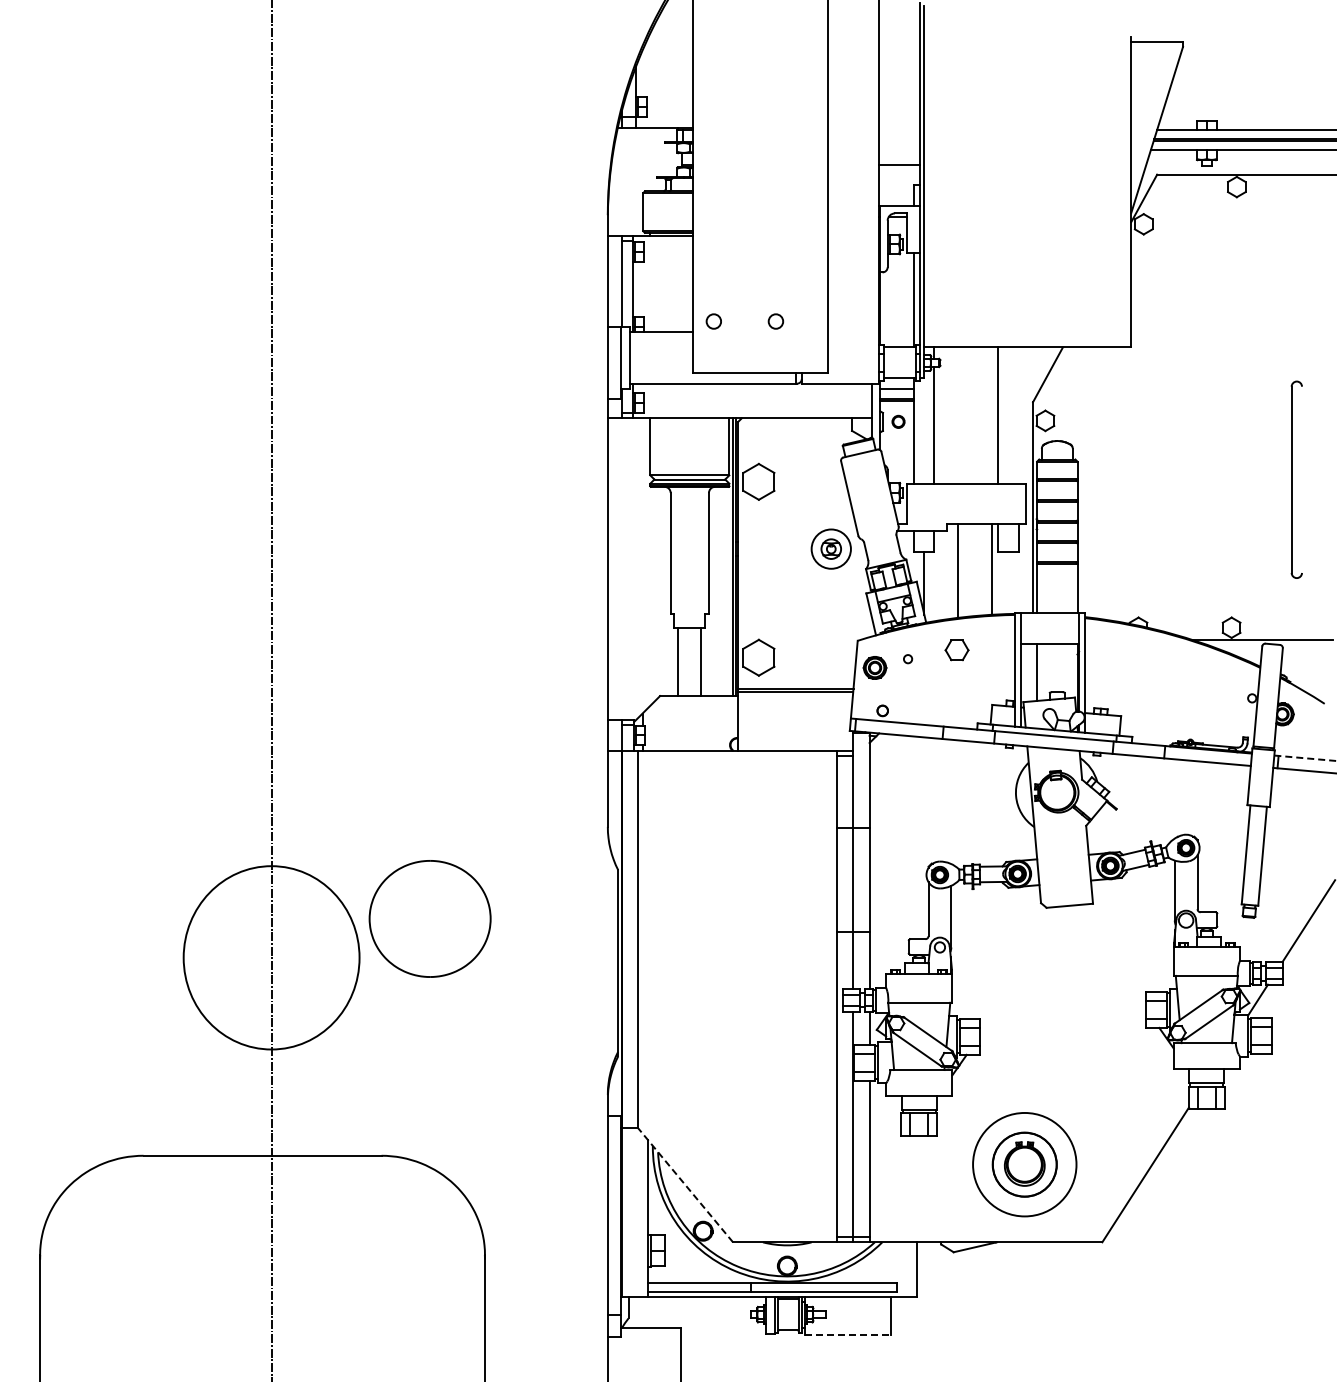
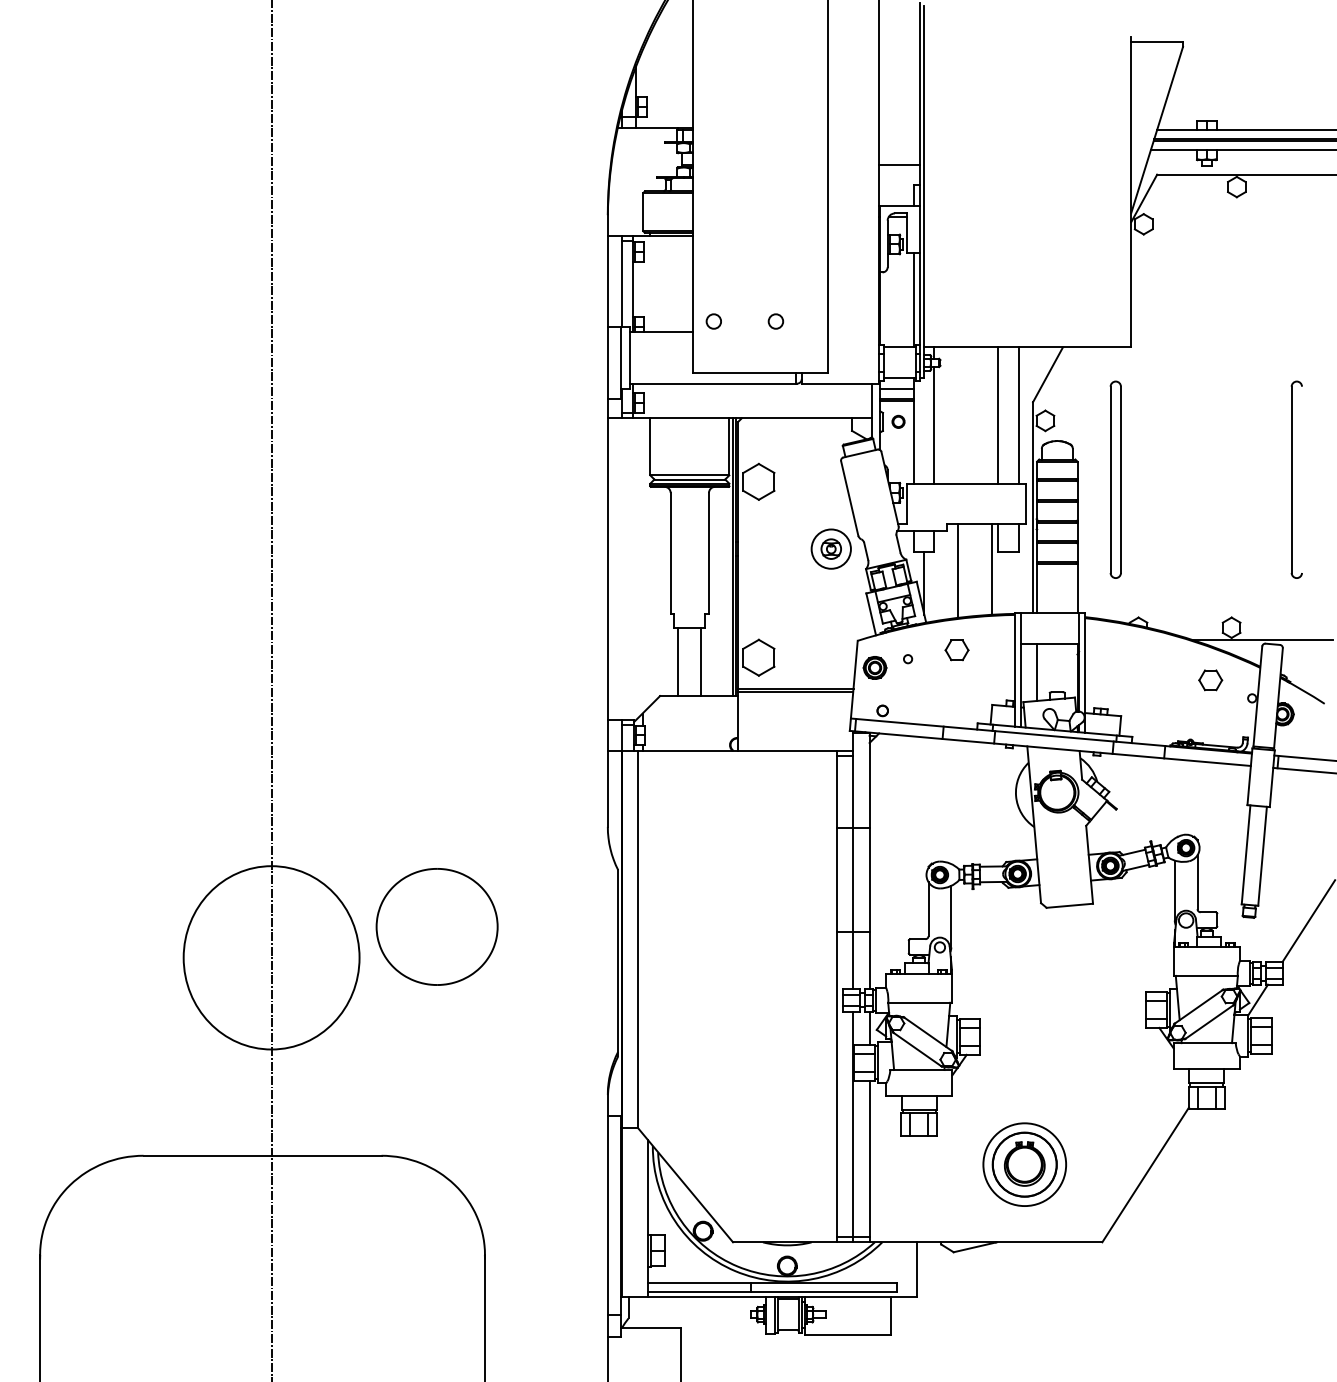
line at (1019, 415): none -> present
part at (1115, 479): none -> present
part at (1210, 680): none -> present
line at (1305, 758): dashed -> solid
part at (429, 918) position: (429, 918) -> (436, 926)
circle at (1024, 1164) diameter: 103 px -> 83 px
line at (685, 1185): dashed -> solid
line at (847, 1335): dashed -> solid
